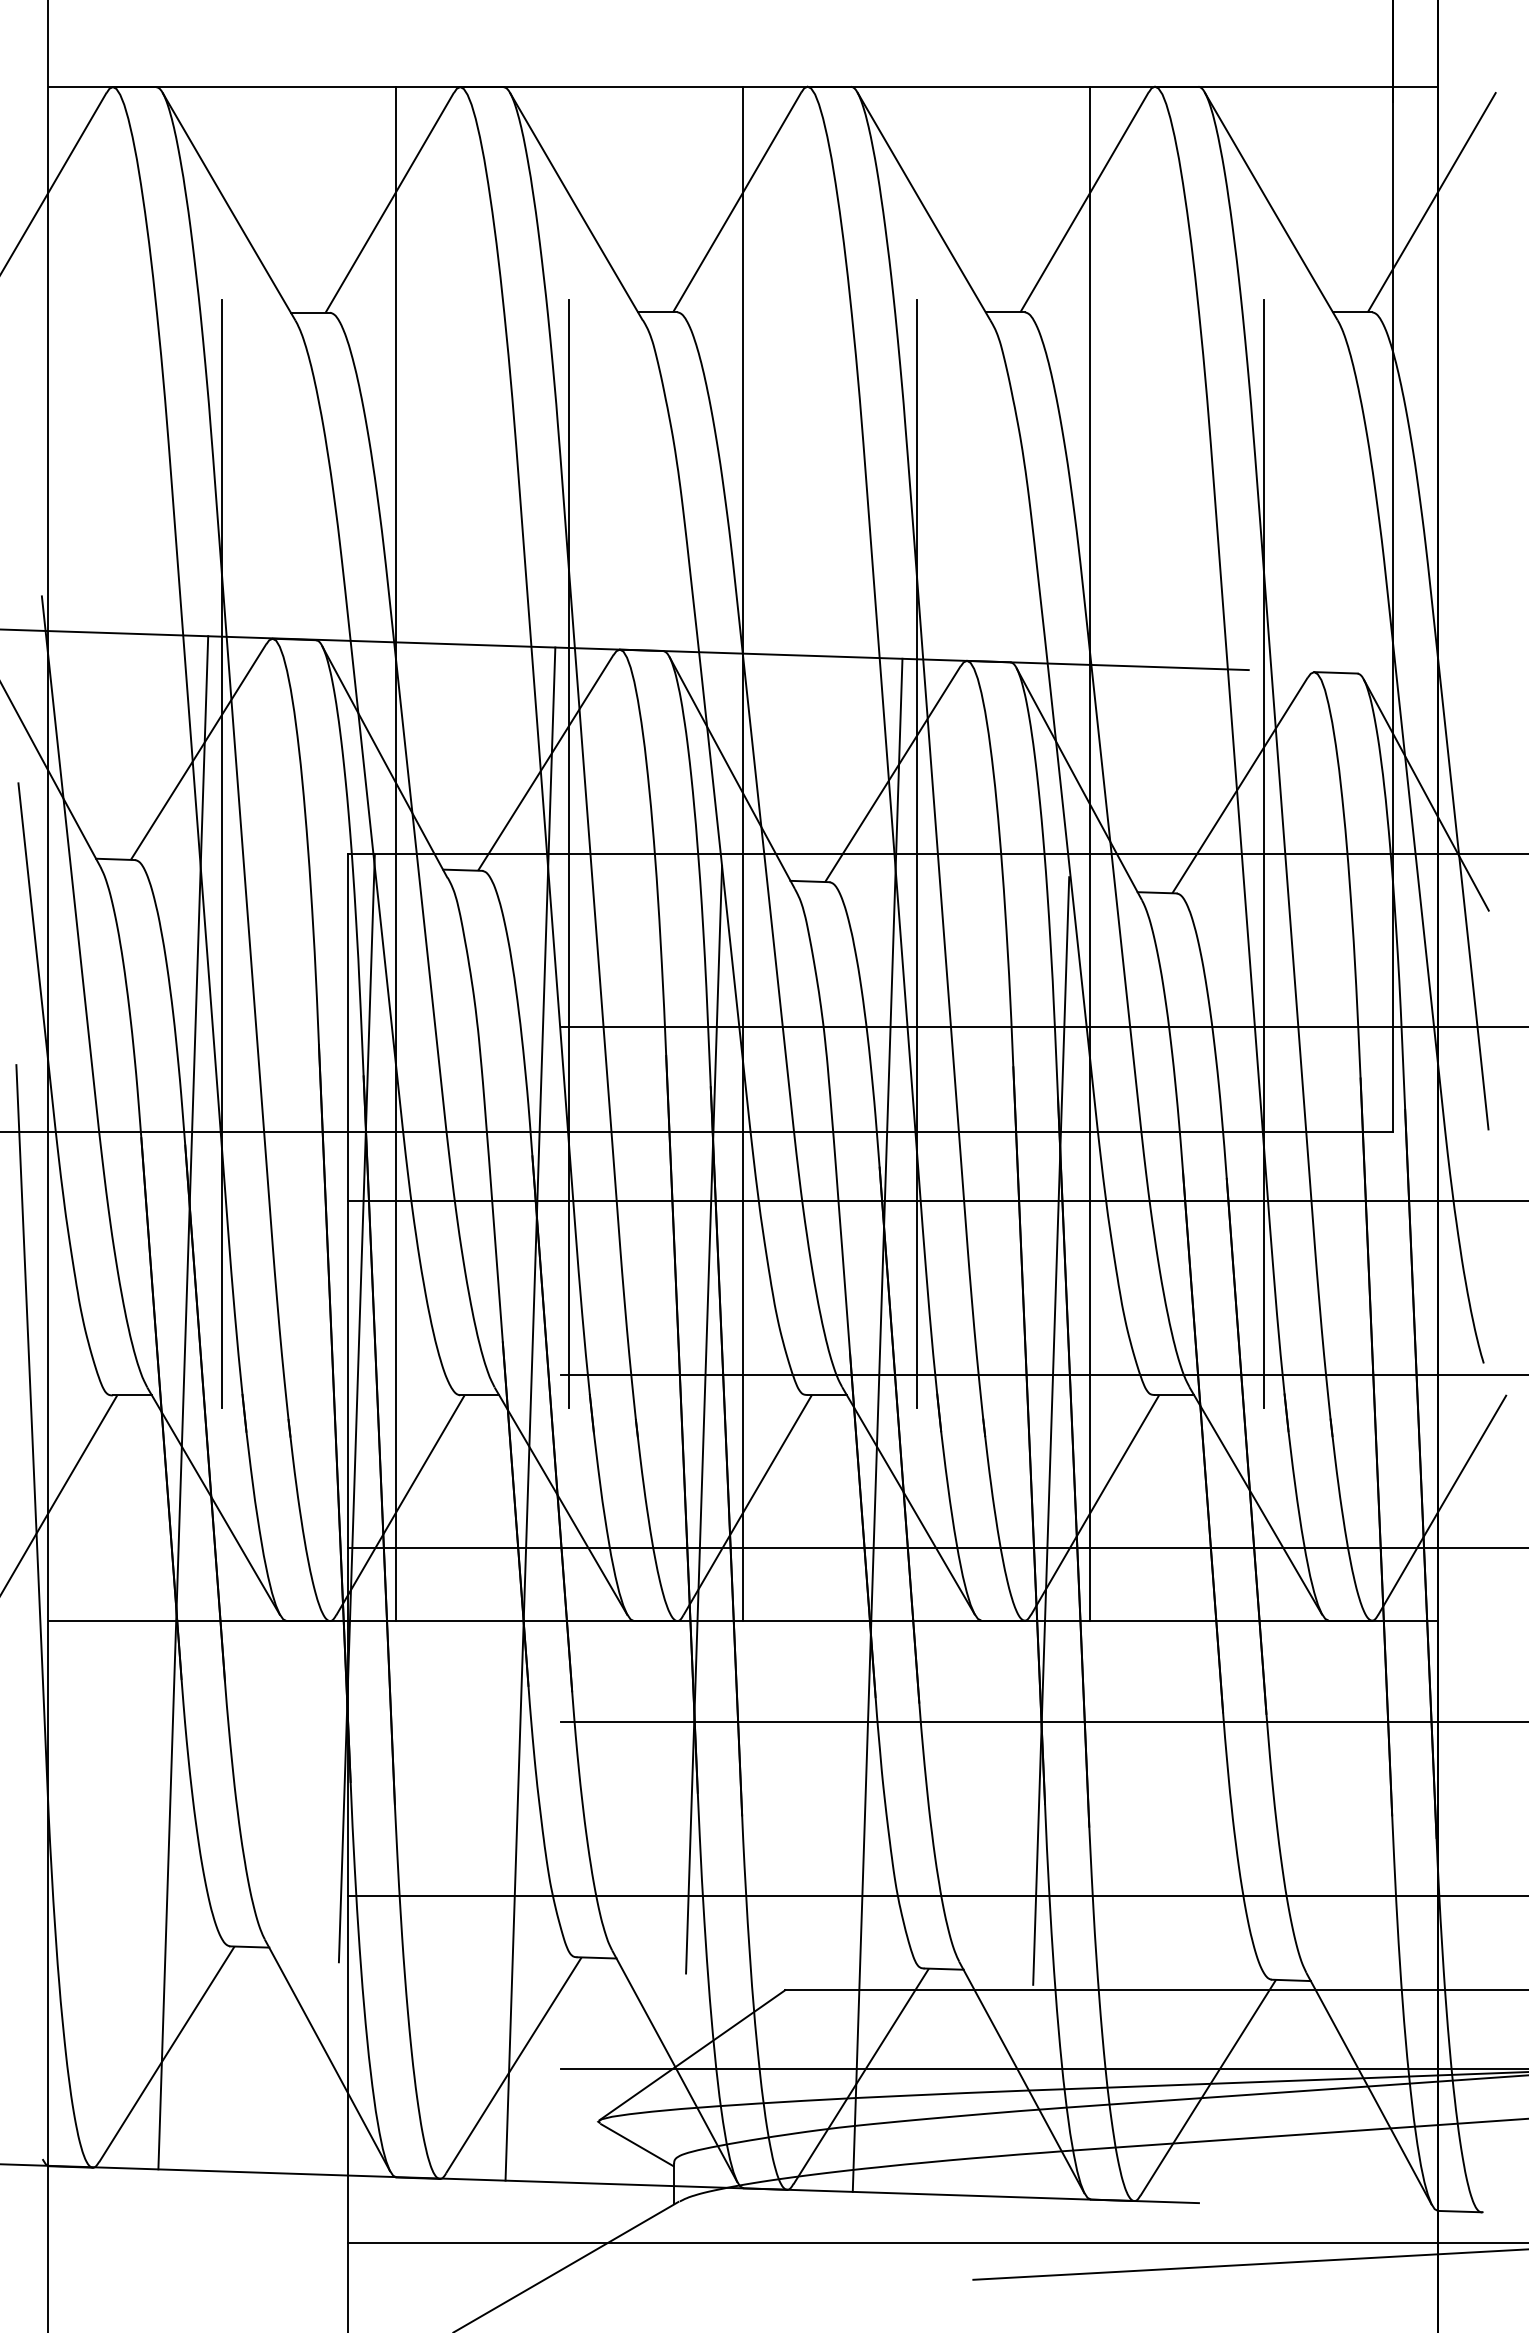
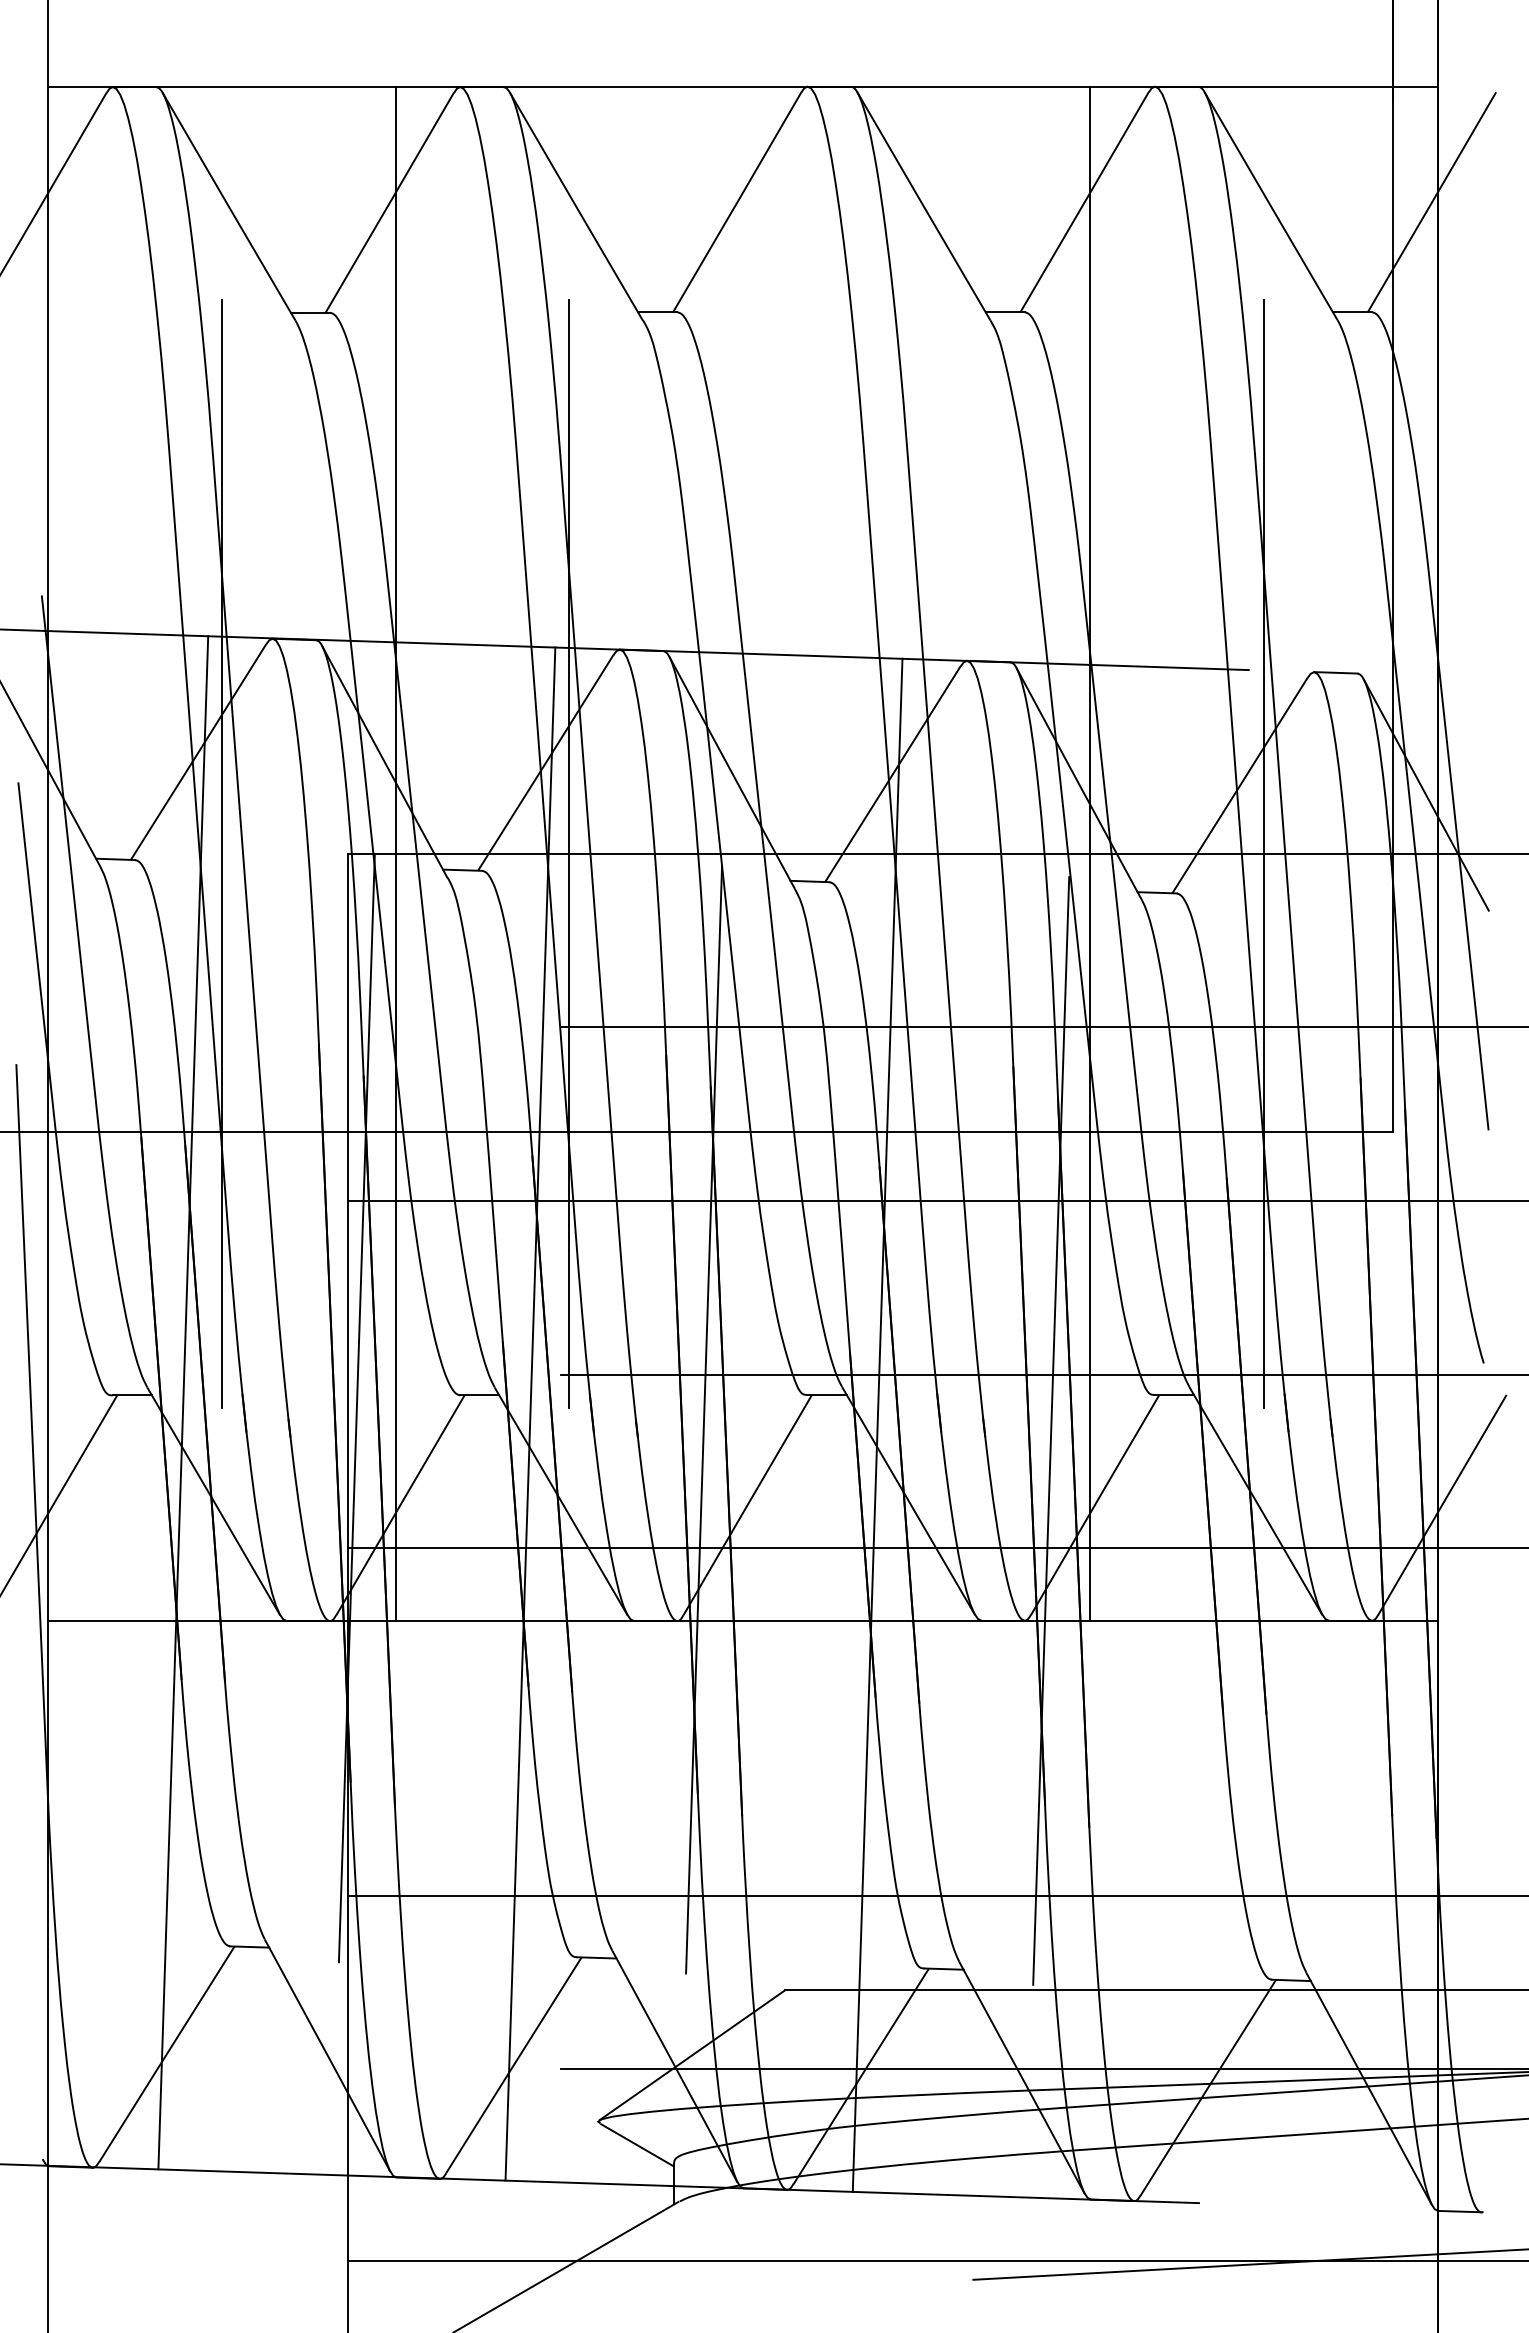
line at (743, 853): present -> none
line at (916, 853): present -> none
line at (1042, 1722): present -> none
line at (936, 2243) position: (936, 2243) -> (936, 2261)
